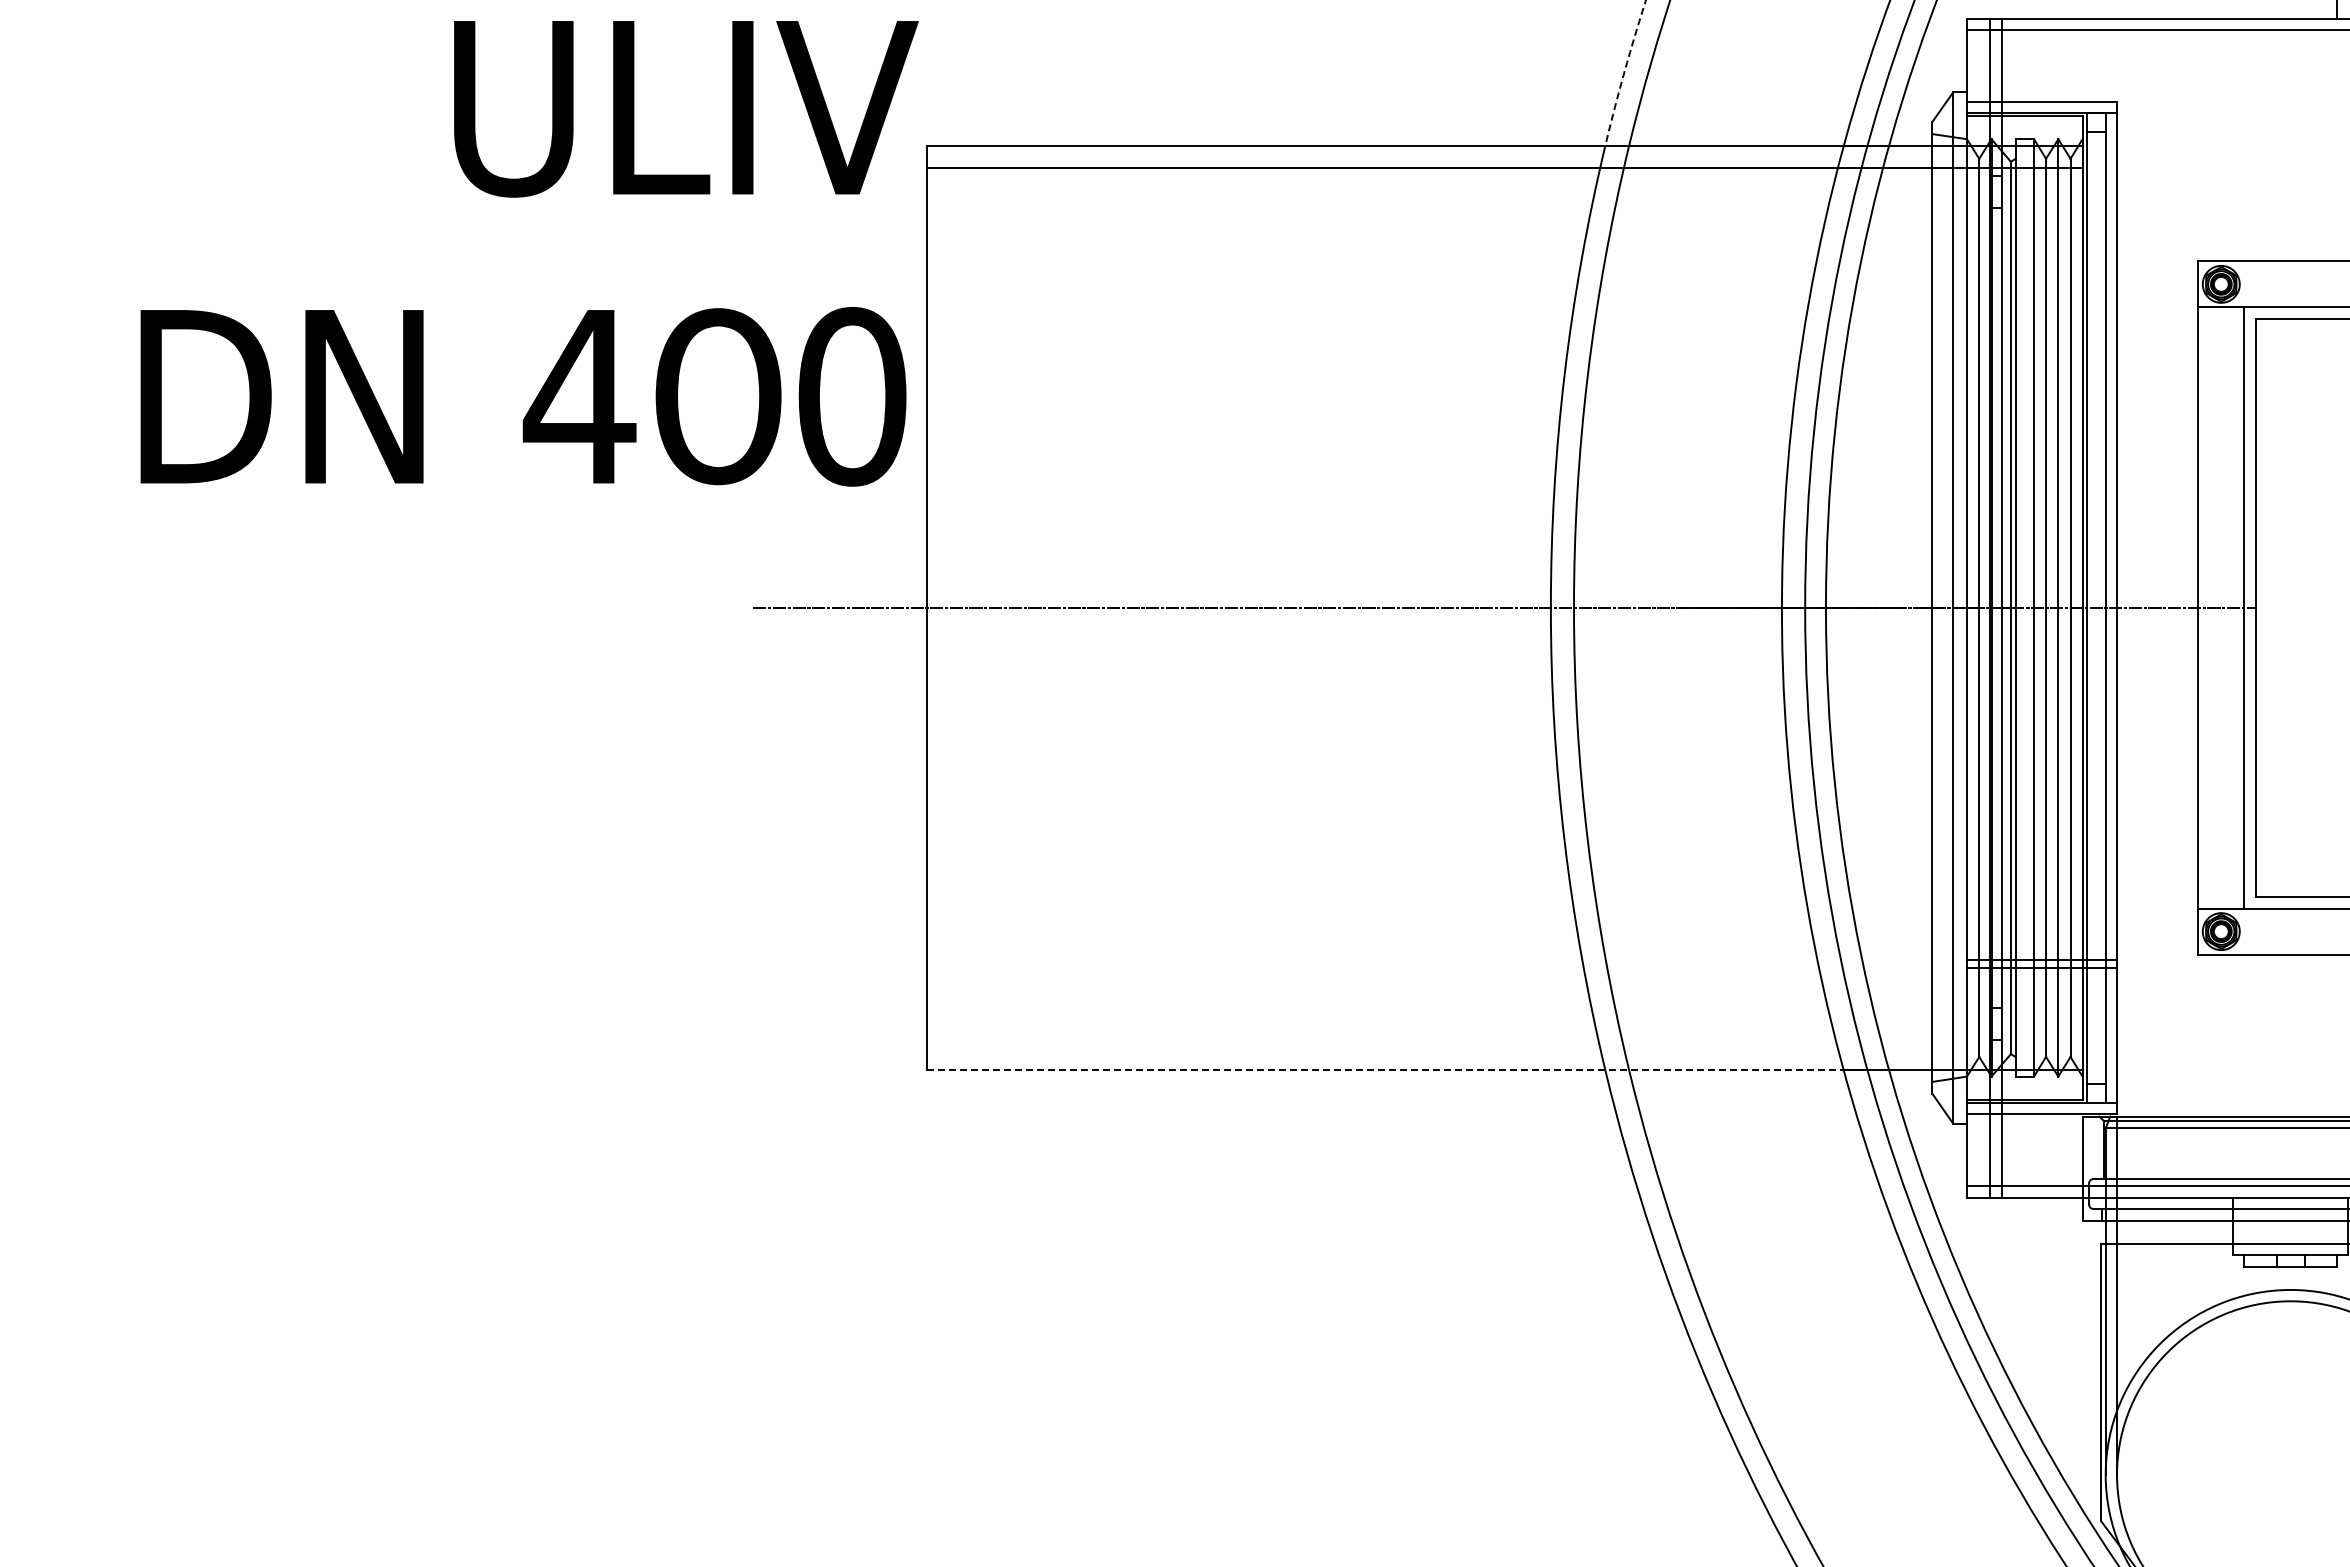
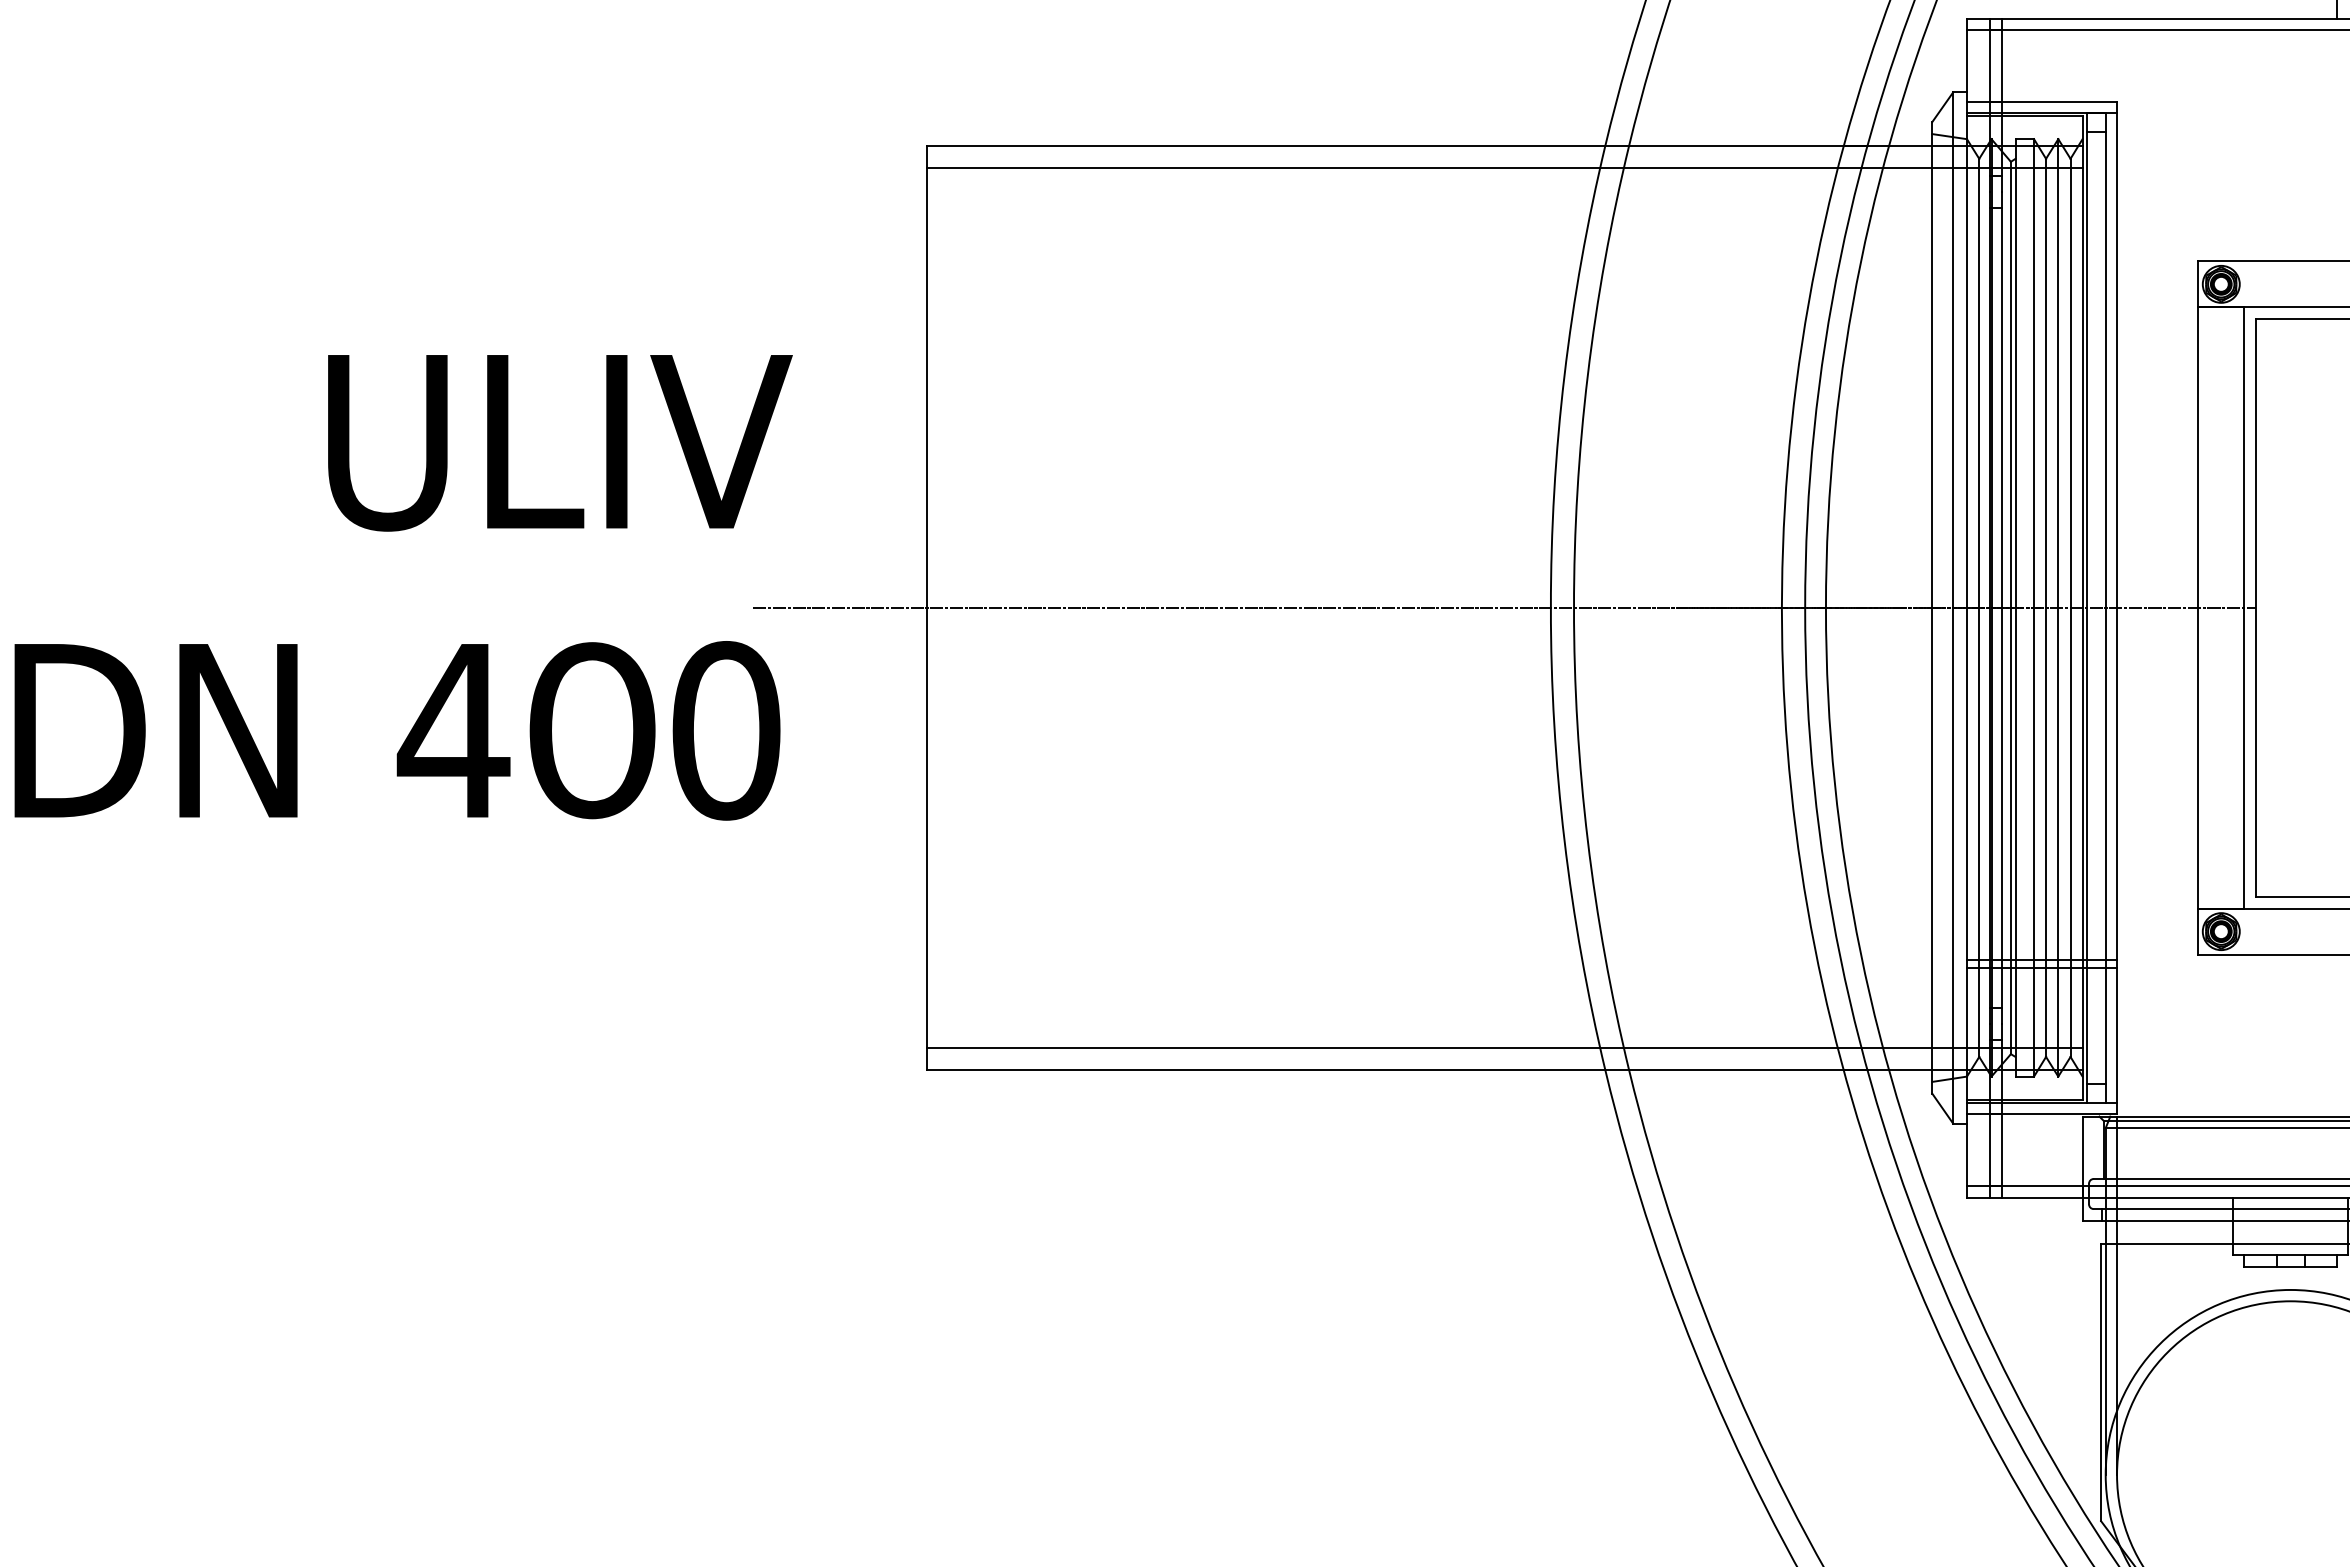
arc at (1624, 73): dashed -> solid
text at (529, 253) position: (529, 253) -> (403, 587)
line at (1504, 1047): none -> present
line at (1385, 1070): dashed -> solid
